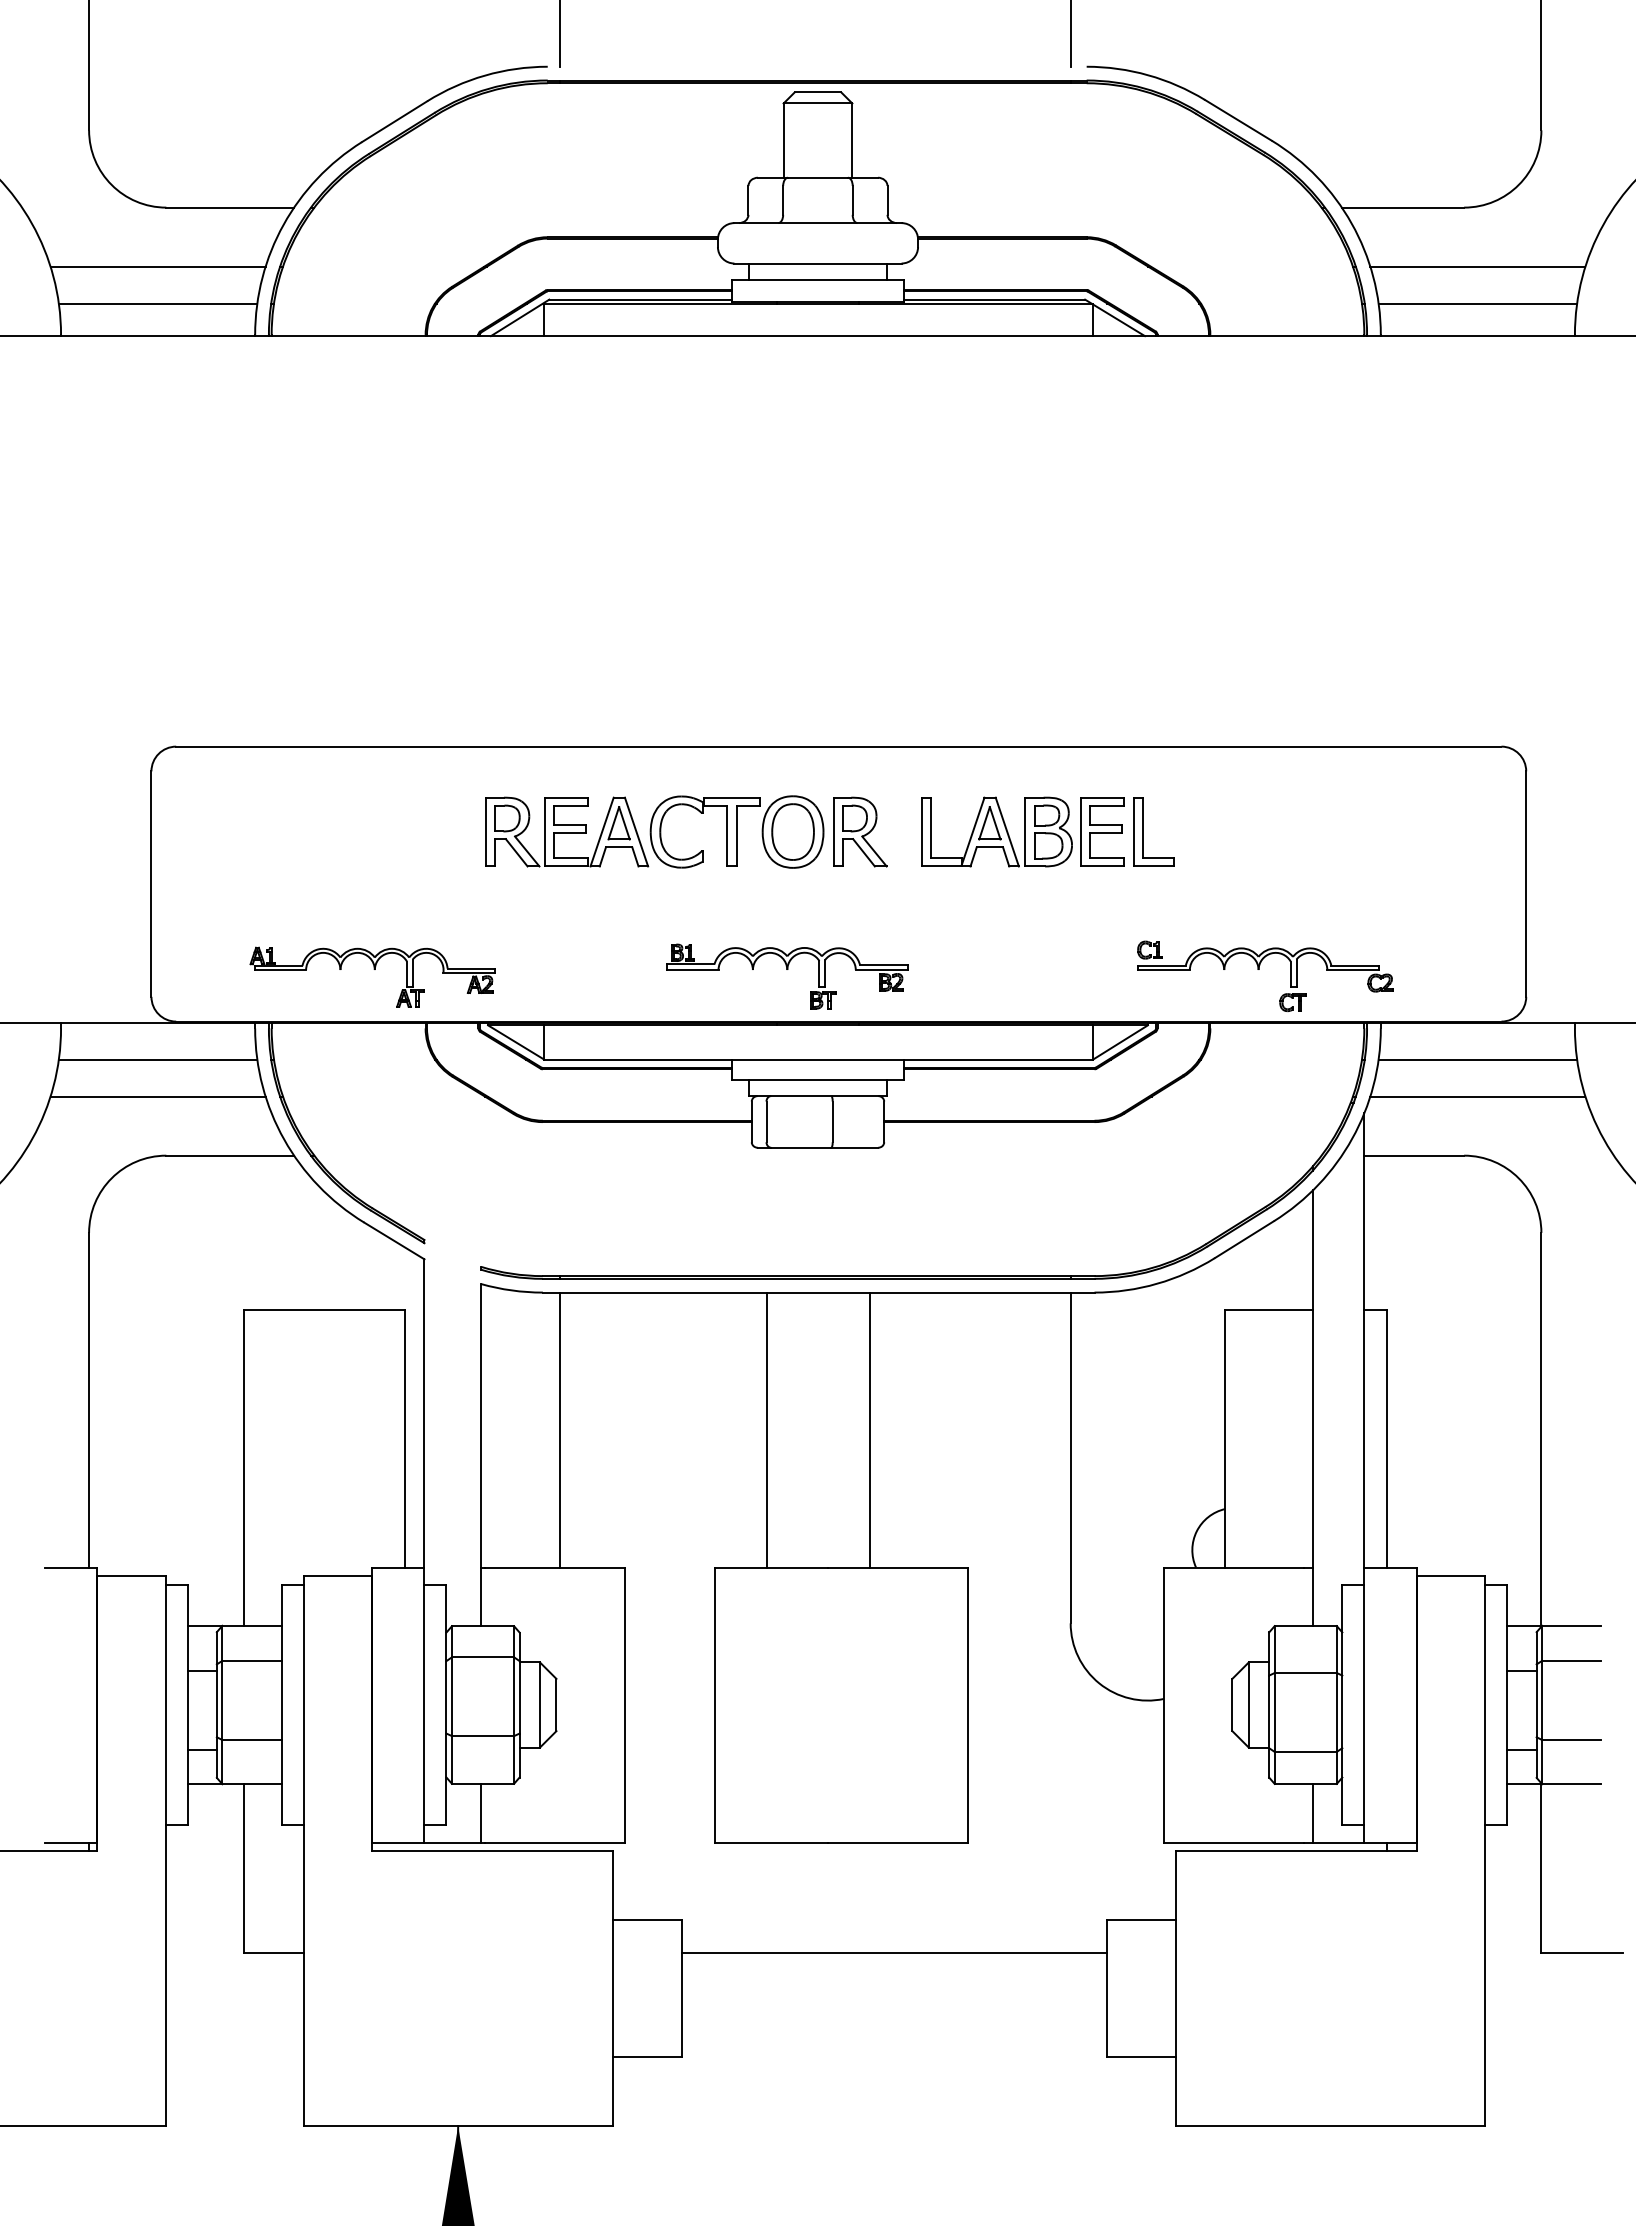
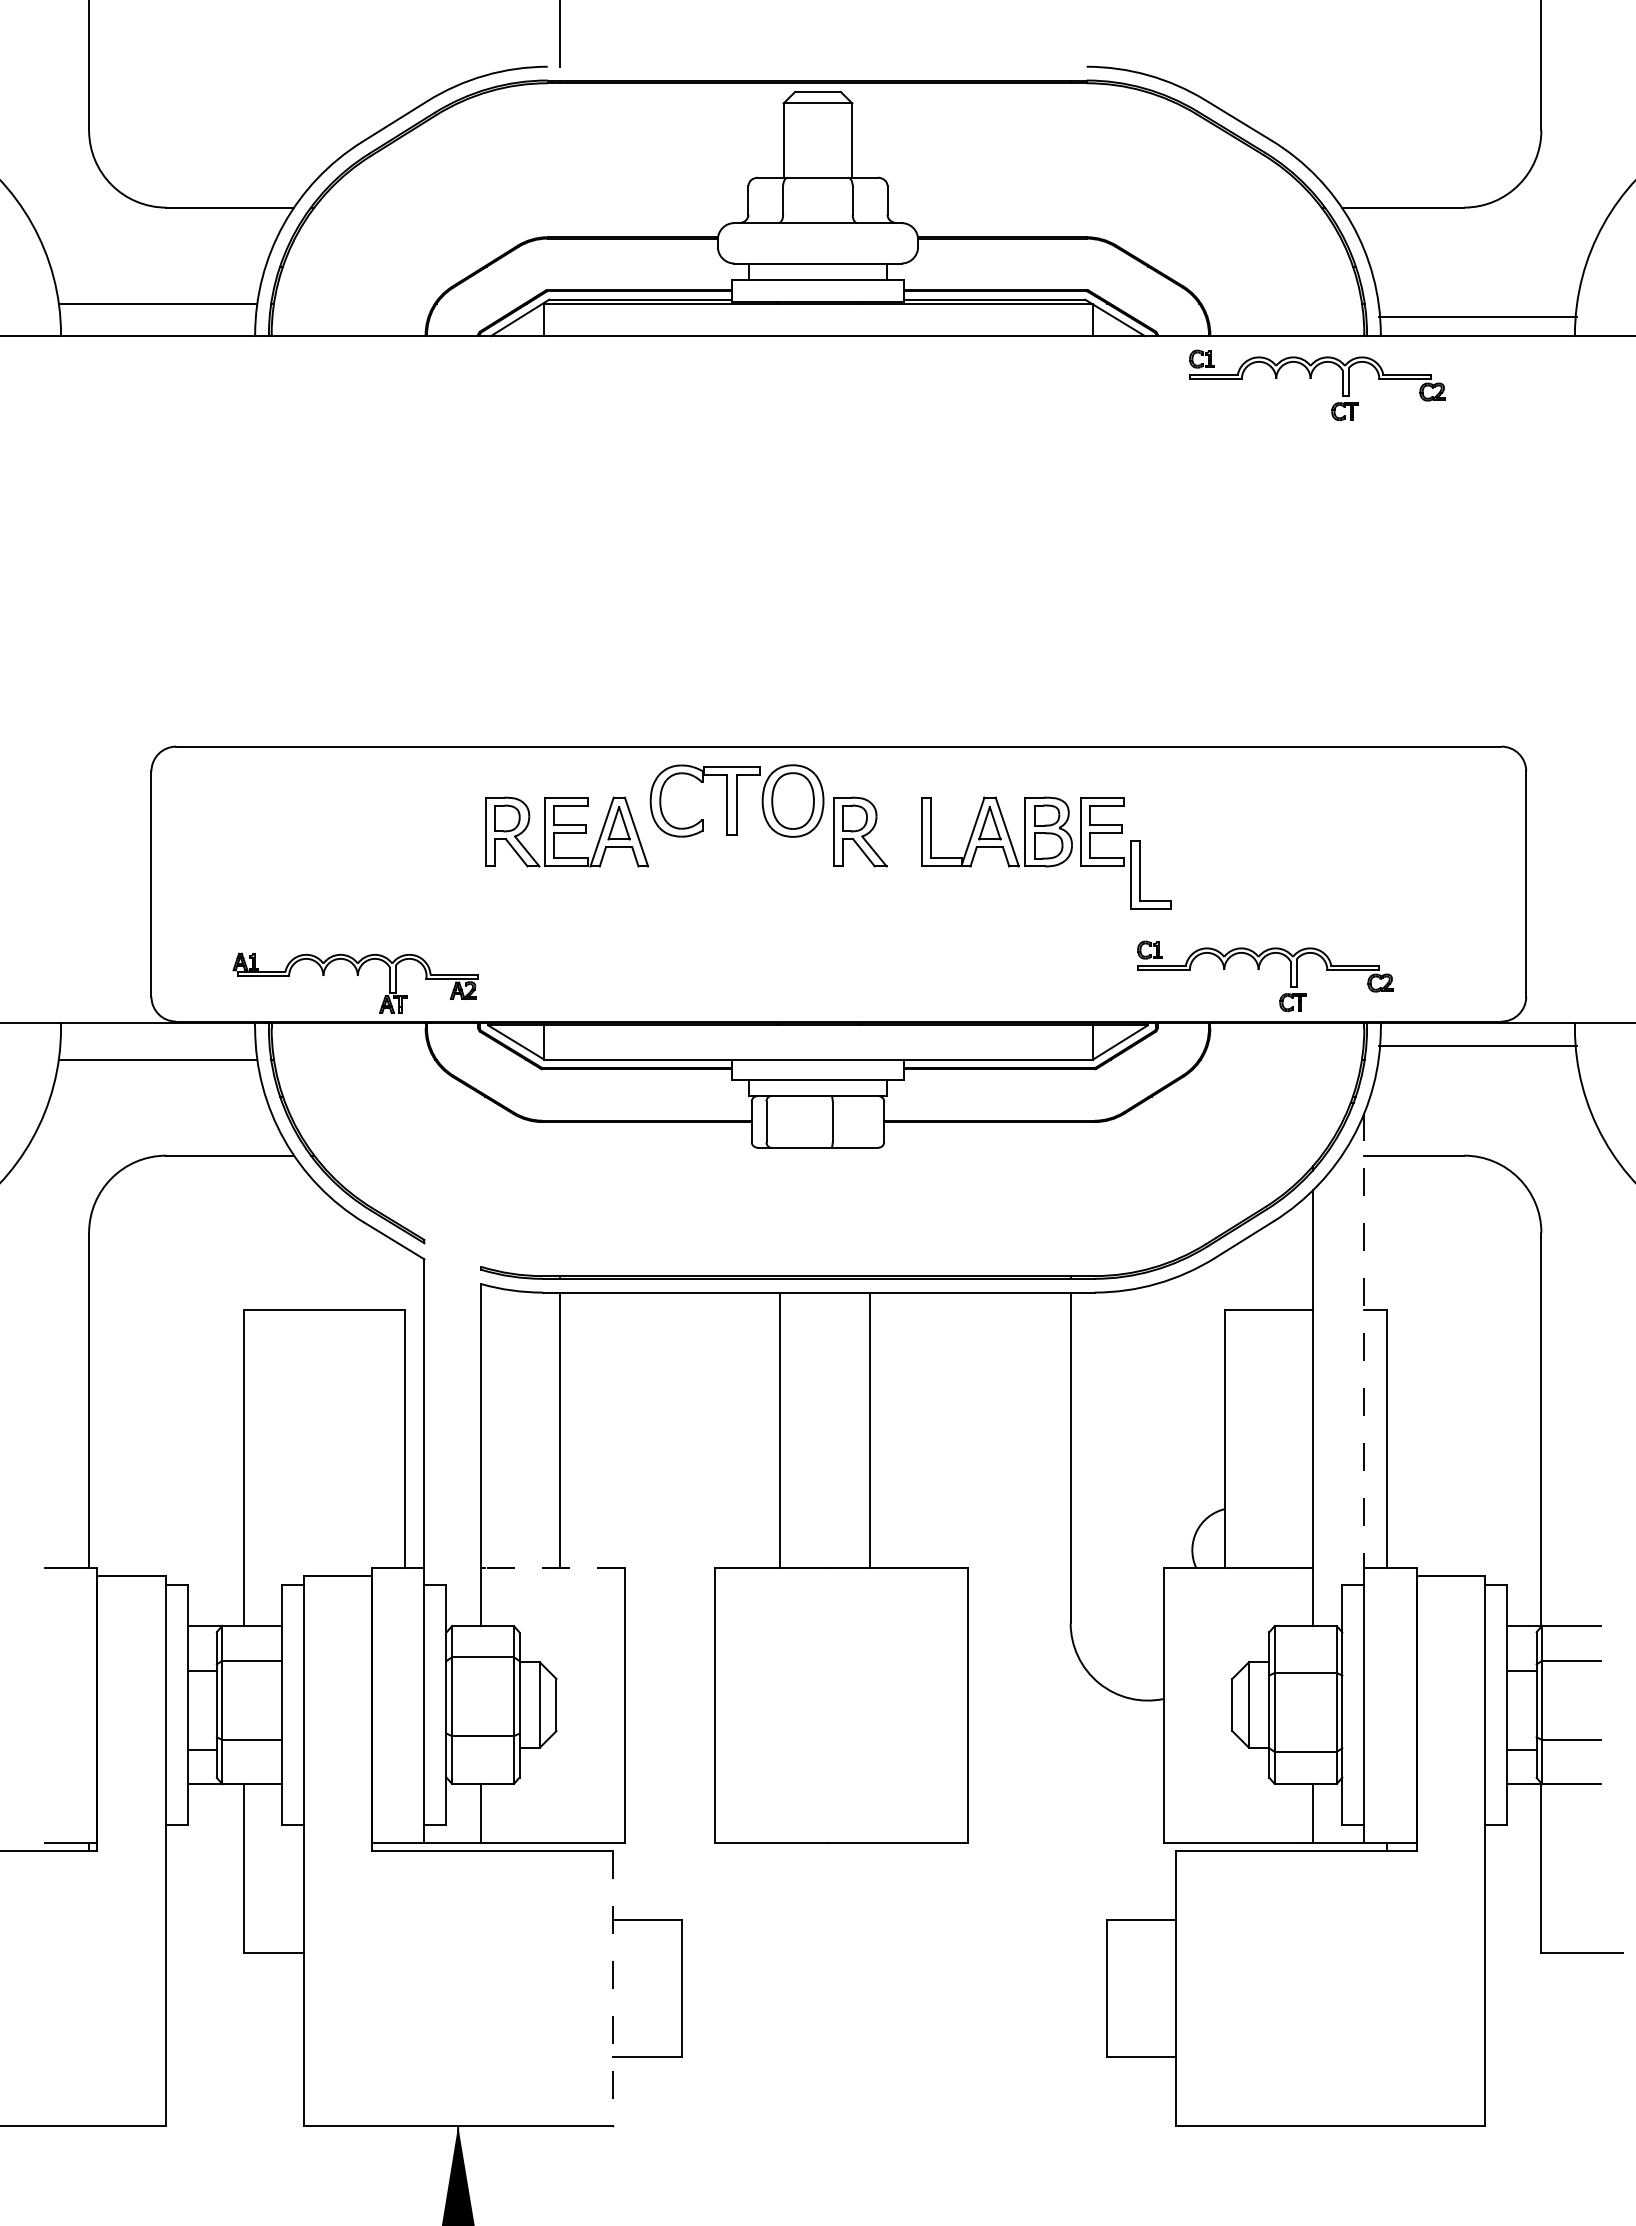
line at (1070, 34): present -> none
line at (157, 266): present -> none
line at (1477, 266): present -> none
line at (1477, 303) position: (1477, 303) -> (1477, 316)
part at (1311, 378): none -> present
part at (736, 831) position: (736, 831) -> (736, 800)
part at (1143, 831) position: (1143, 831) -> (1140, 874)
part at (373, 969) position: (373, 969) -> (356, 975)
part at (787, 969): present -> none
line at (1477, 1059) position: (1477, 1059) -> (1477, 1045)
line at (157, 1096): present -> none
line at (1477, 1096): present -> none
line at (1364, 1340): solid -> dashed
line at (767, 1429) position: (767, 1429) -> (780, 1429)
line at (555, 1567): solid -> dashed
line at (894, 1953): present -> none
line at (612, 1989): solid -> dashed
